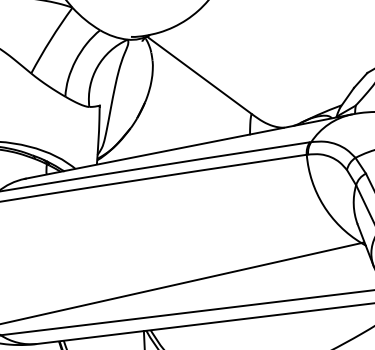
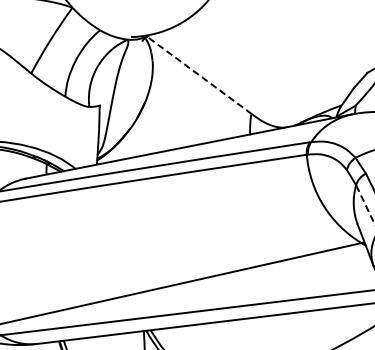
line at (199, 75): solid -> dashed
line at (365, 204): solid -> dashed
